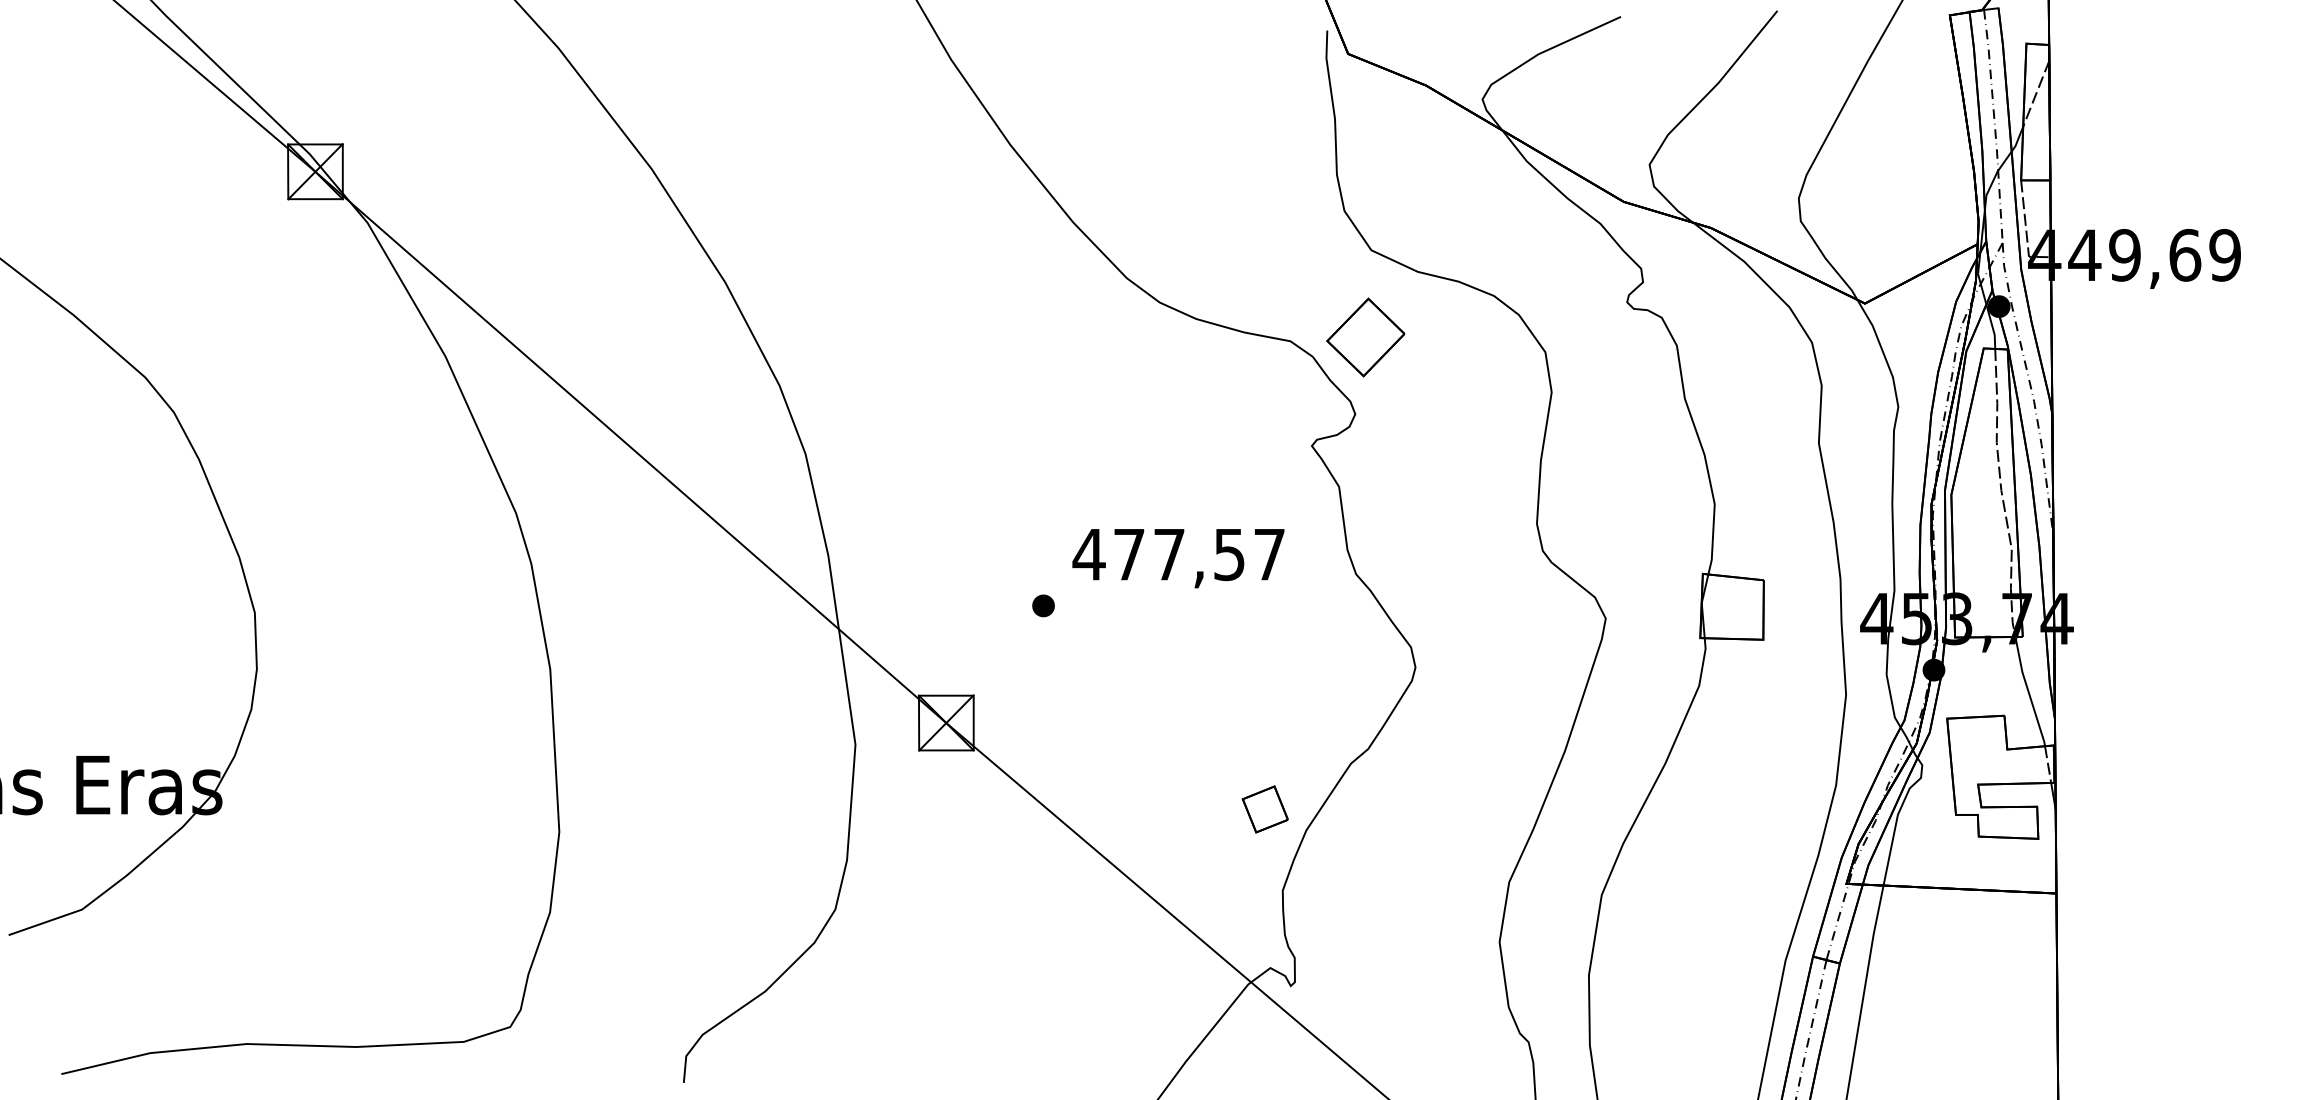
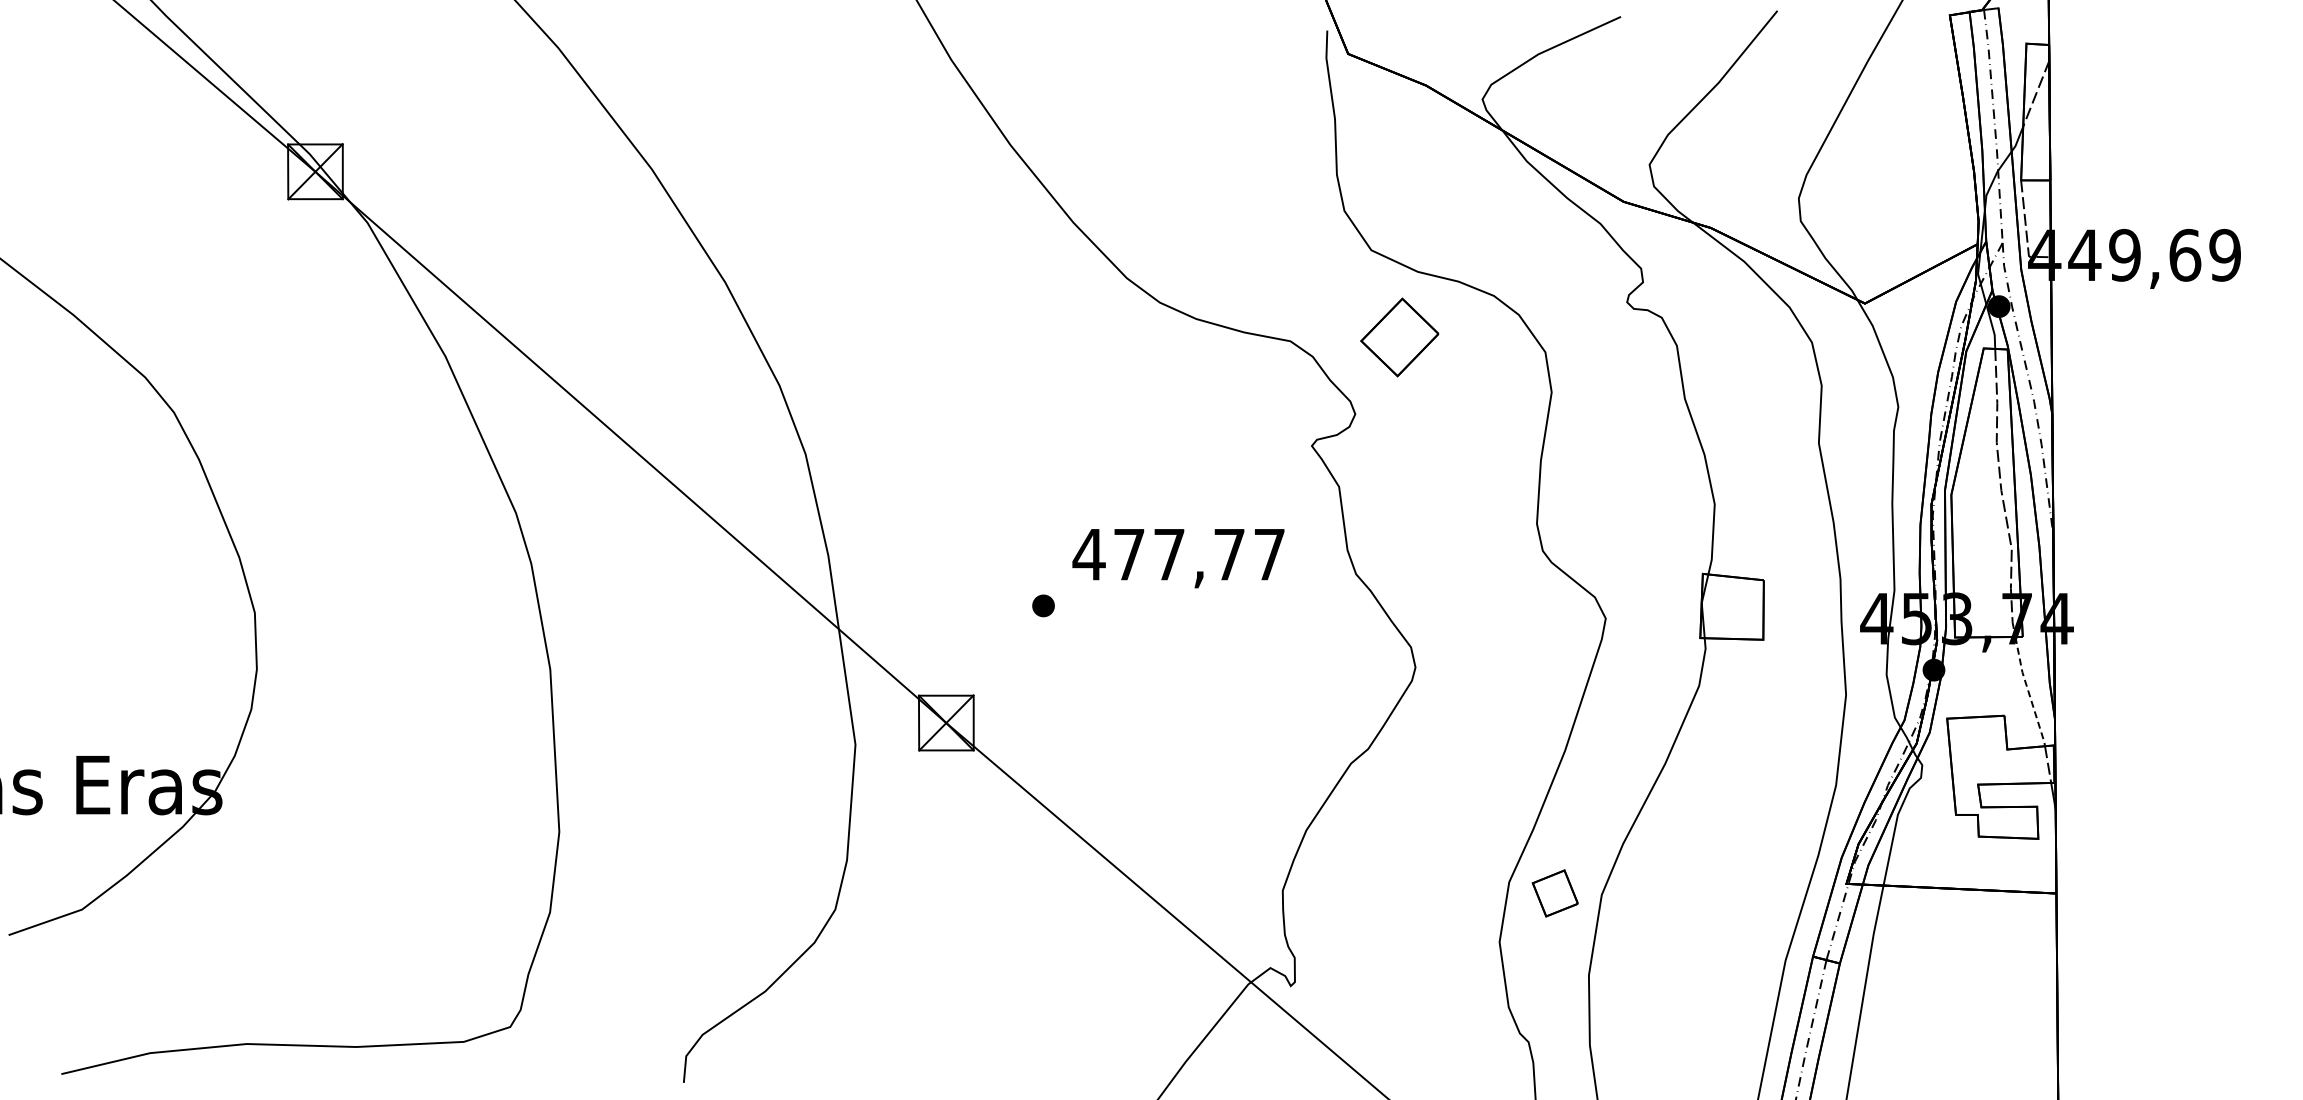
part at (1365, 337) position: (1365, 337) -> (1399, 337)
text at (1229, 555): 477,57 -> 477,77
line at (2028, 692): solid -> dashed
part at (1264, 809) position: (1264, 809) -> (1554, 893)
